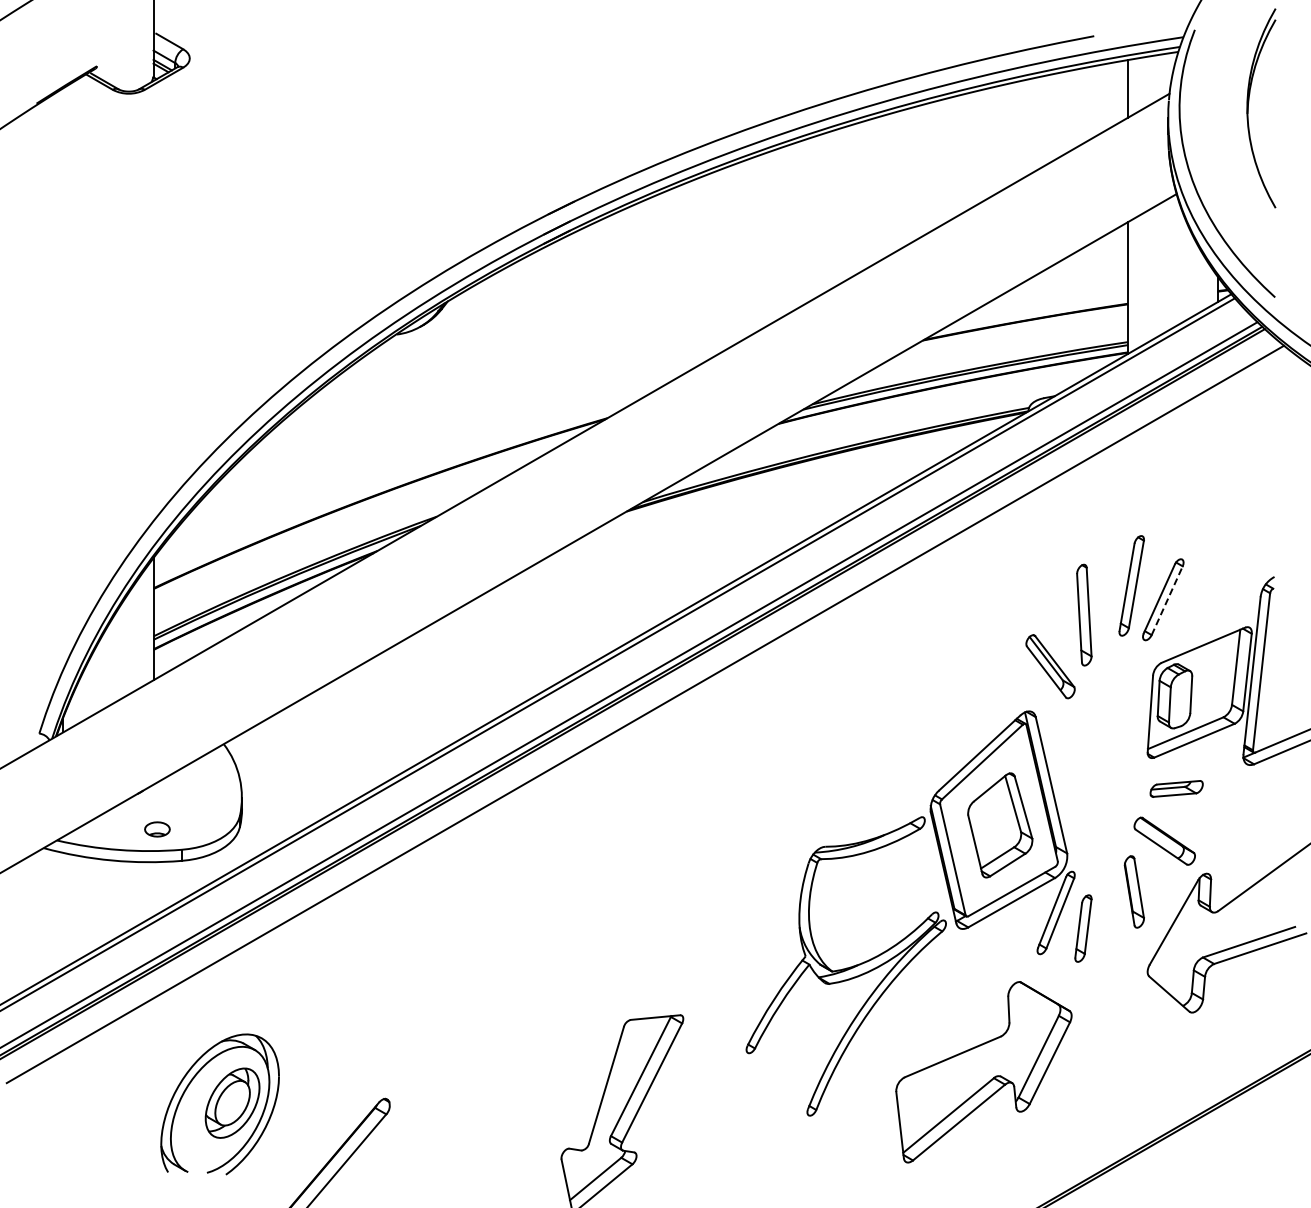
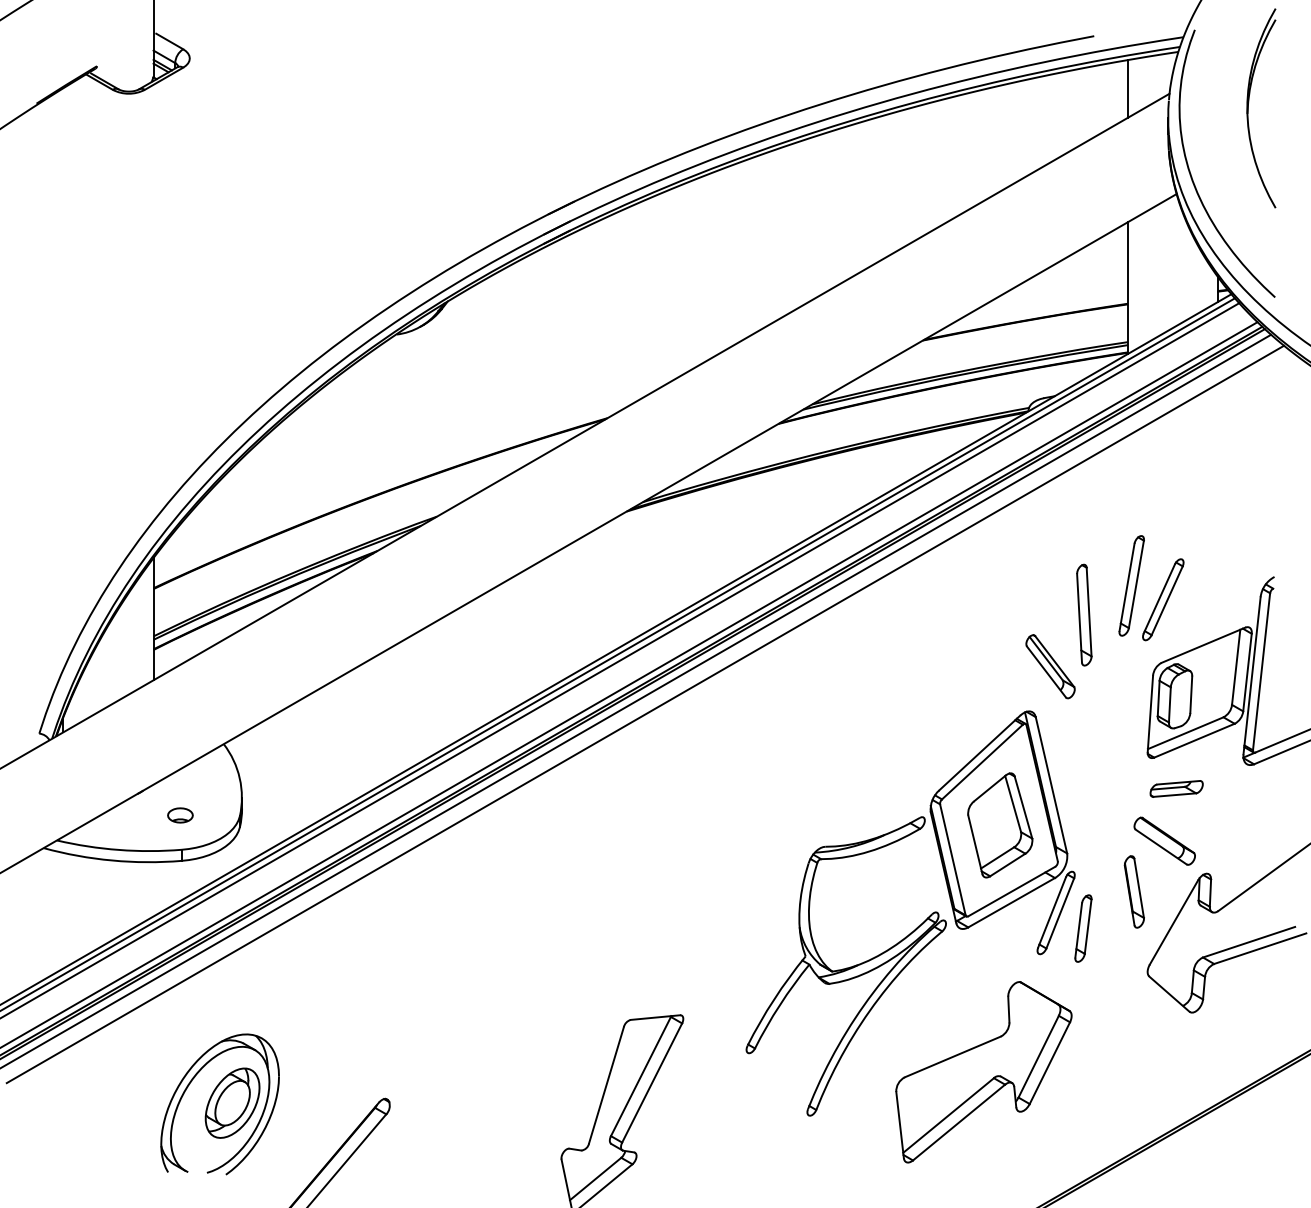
line at (1167, 600): dashed -> solid
line at (620, 660): none -> present
line at (636, 700): none -> present
part at (157, 829) position: (157, 829) -> (180, 815)
